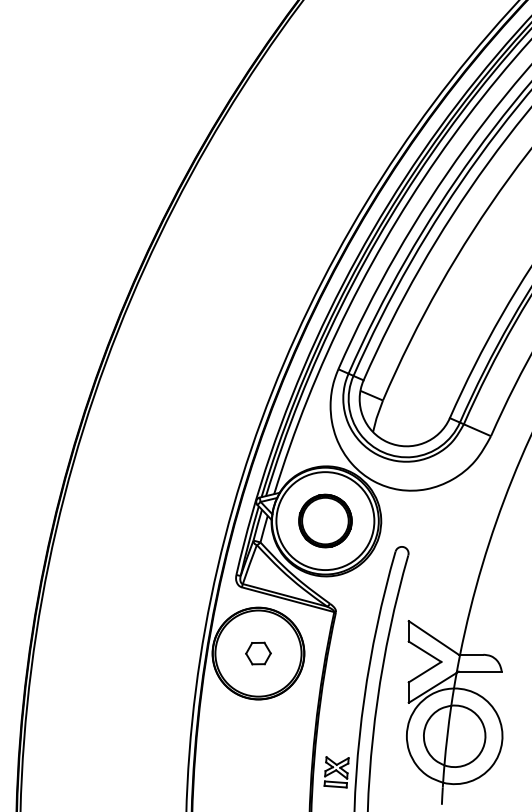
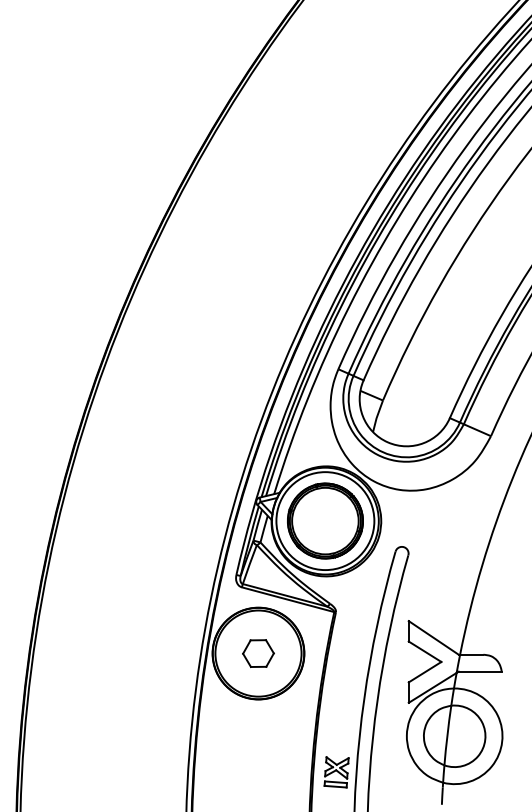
part at (325, 520) size: 55x56 px -> 77x78 px
part at (258, 653) size: 27x25 px -> 33x29 px
